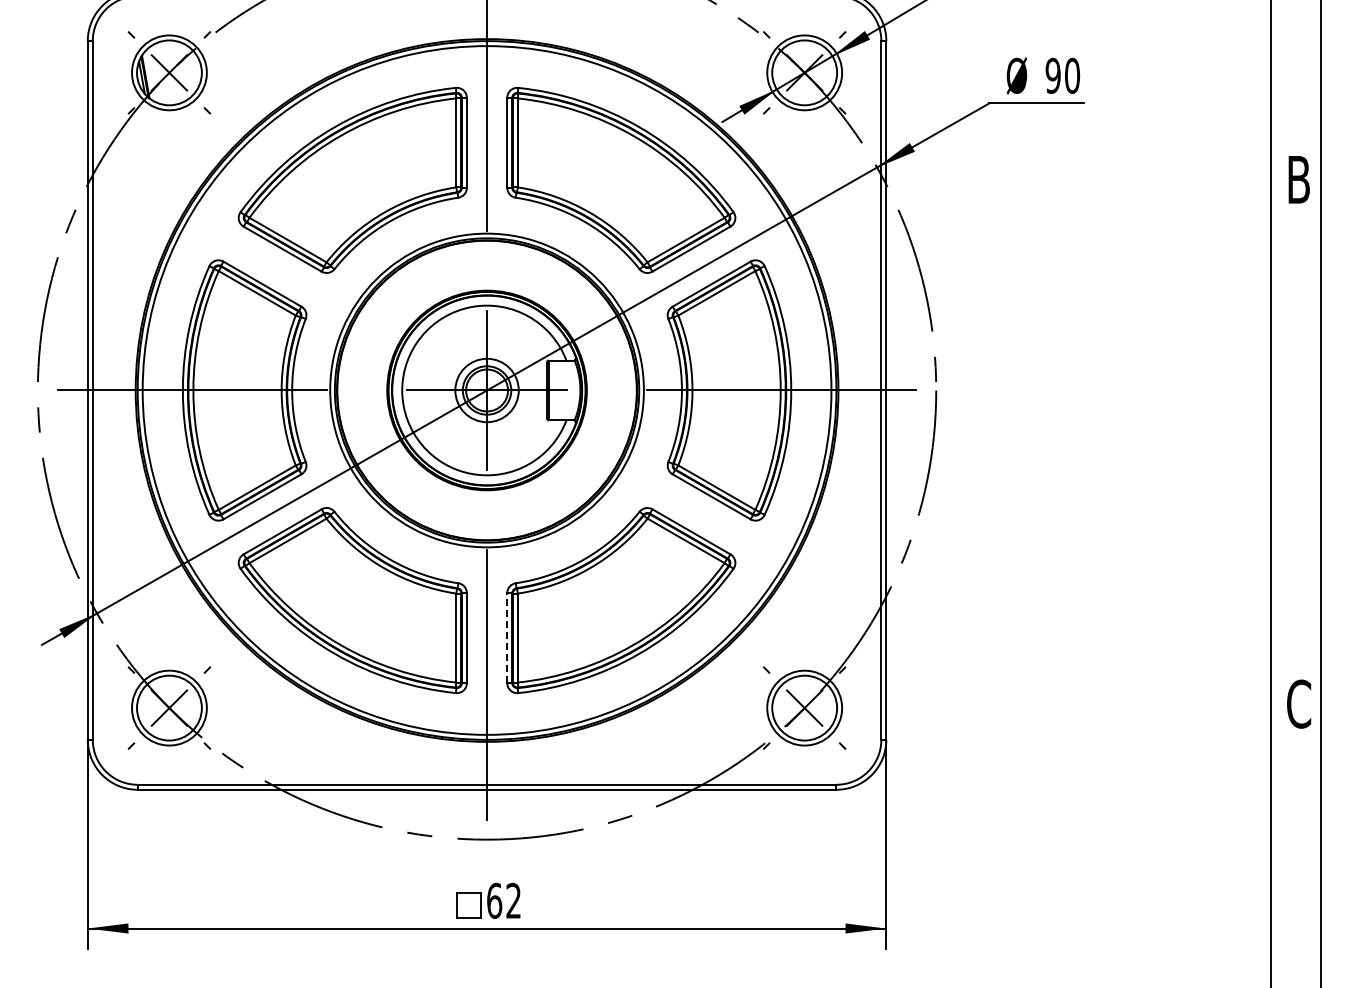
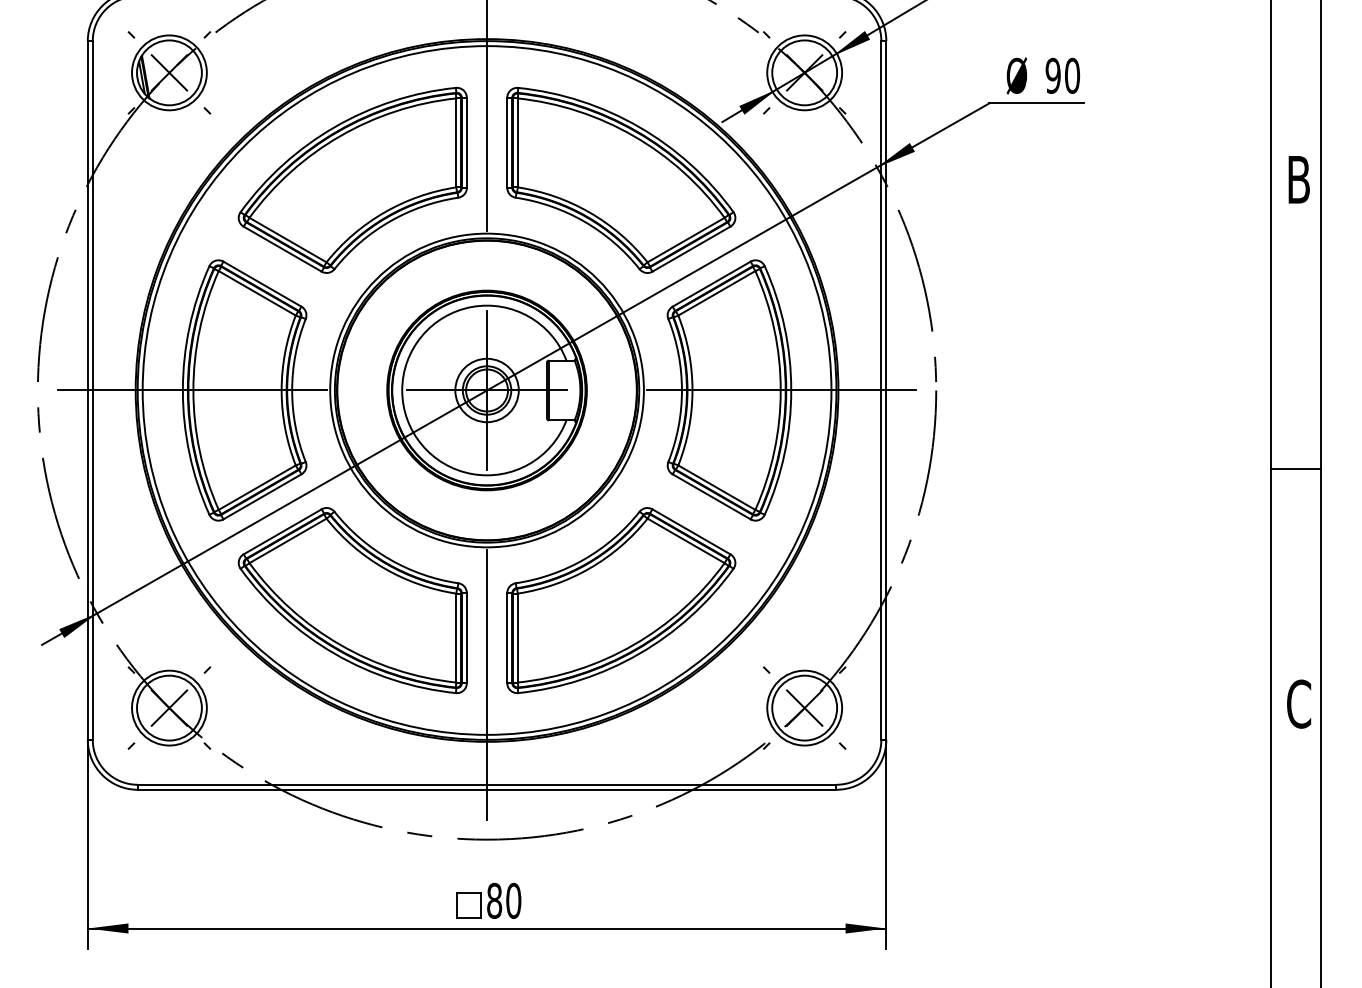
line at (1296, 468): none -> present
line at (507, 637): dashed -> solid
text at (504, 900): 62 -> 80
